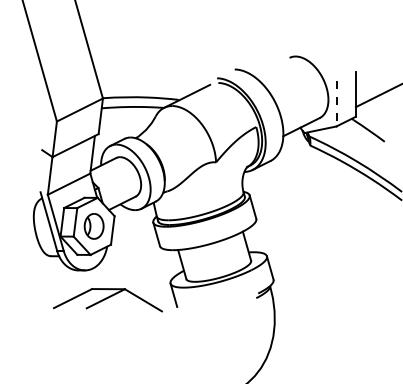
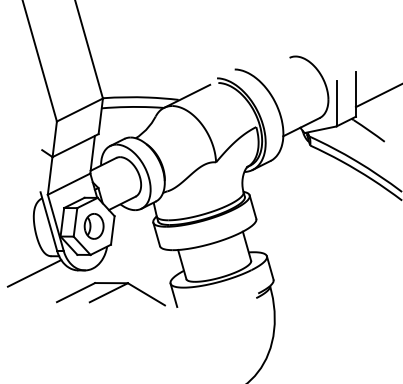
line at (336, 103): dashed -> solid
line at (34, 273): none -> present
part at (107, 300) position: (107, 300) -> (110, 294)
